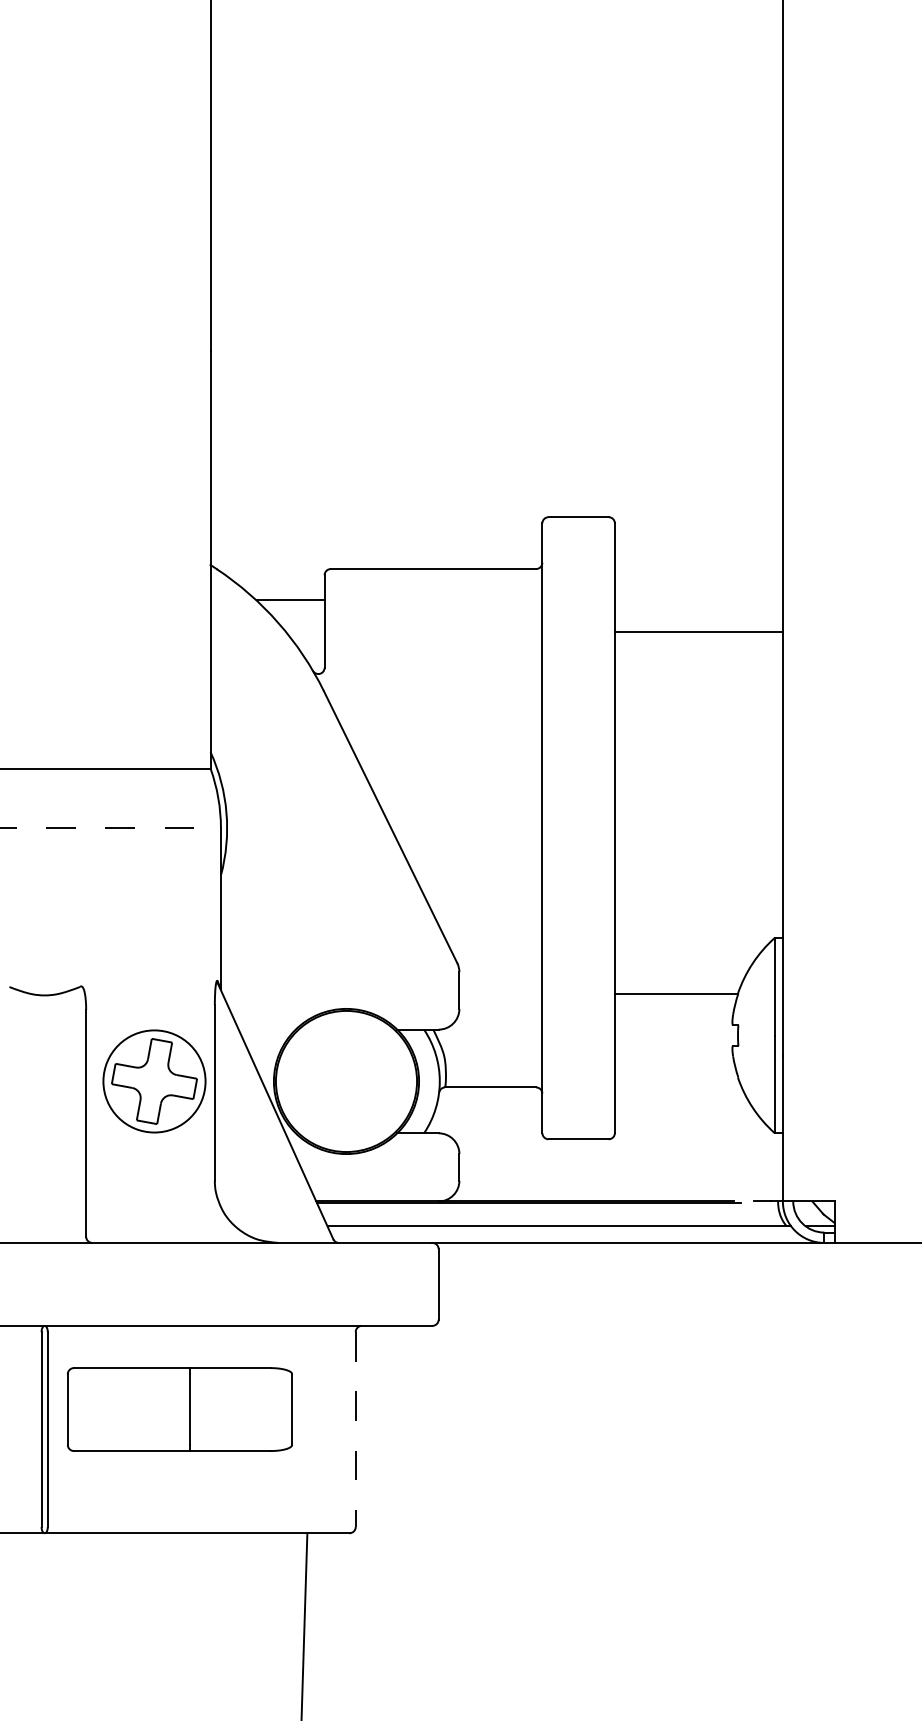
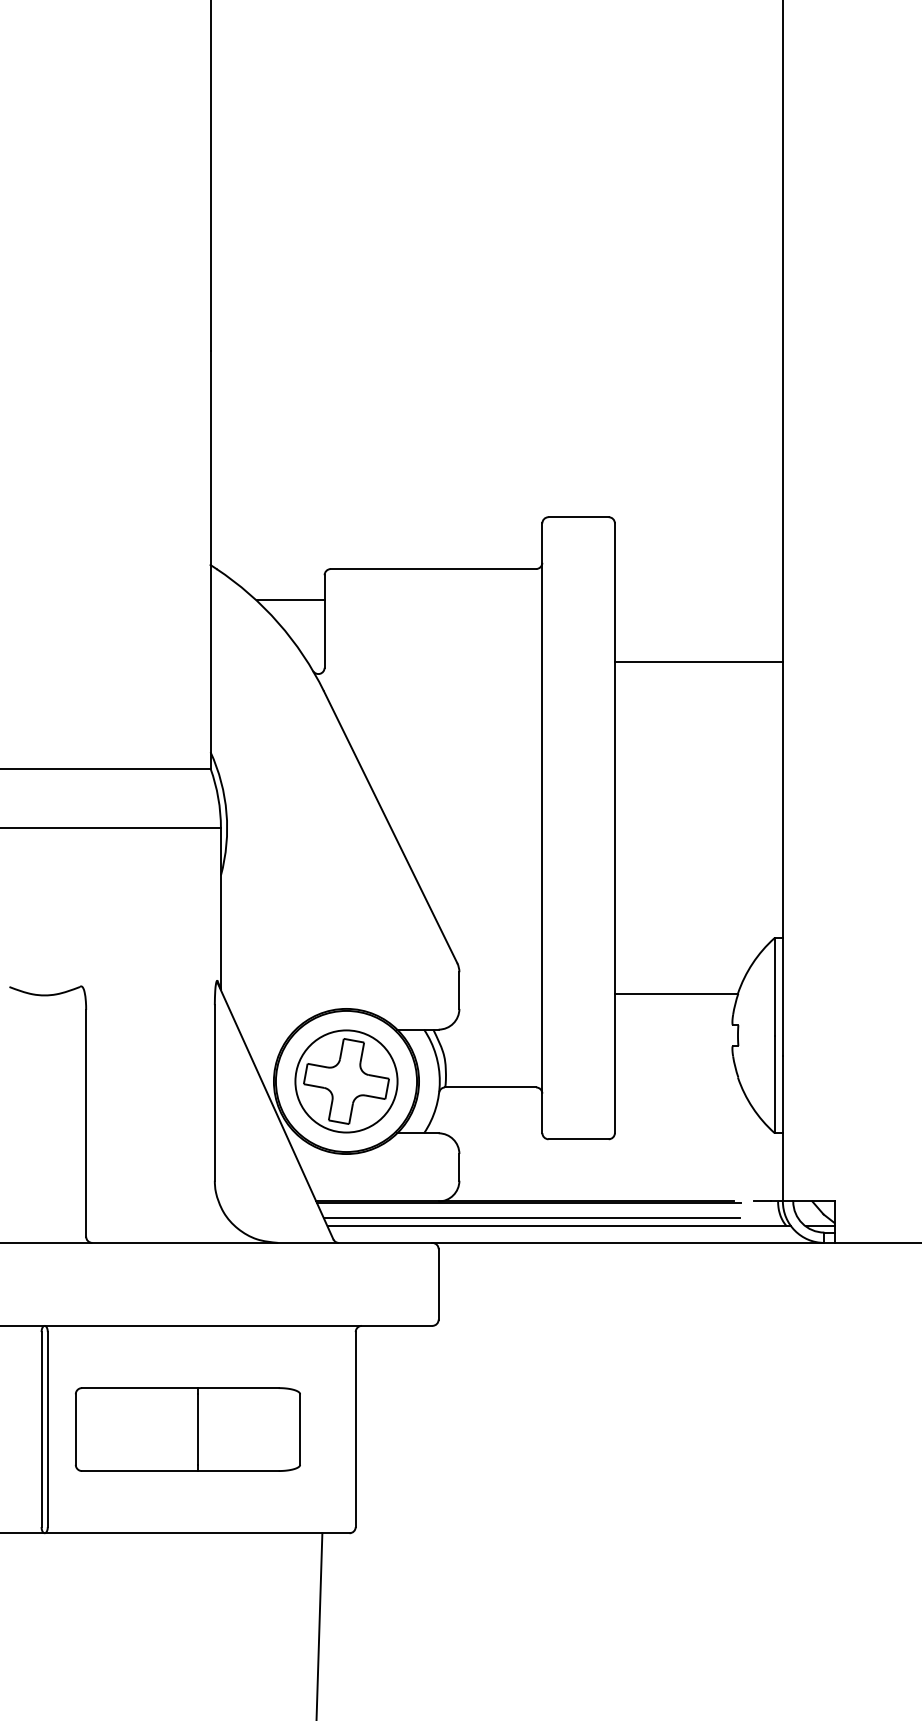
line at (698, 632) position: (698, 632) -> (698, 662)
line at (111, 828): dashed -> solid
part at (154, 1081) position: (154, 1081) -> (346, 1081)
line at (531, 1218): none -> present
part at (179, 1409) position: (179, 1409) -> (187, 1429)
line at (355, 1430): dashed -> solid
line at (304, 1625) position: (304, 1625) -> (319, 1625)
